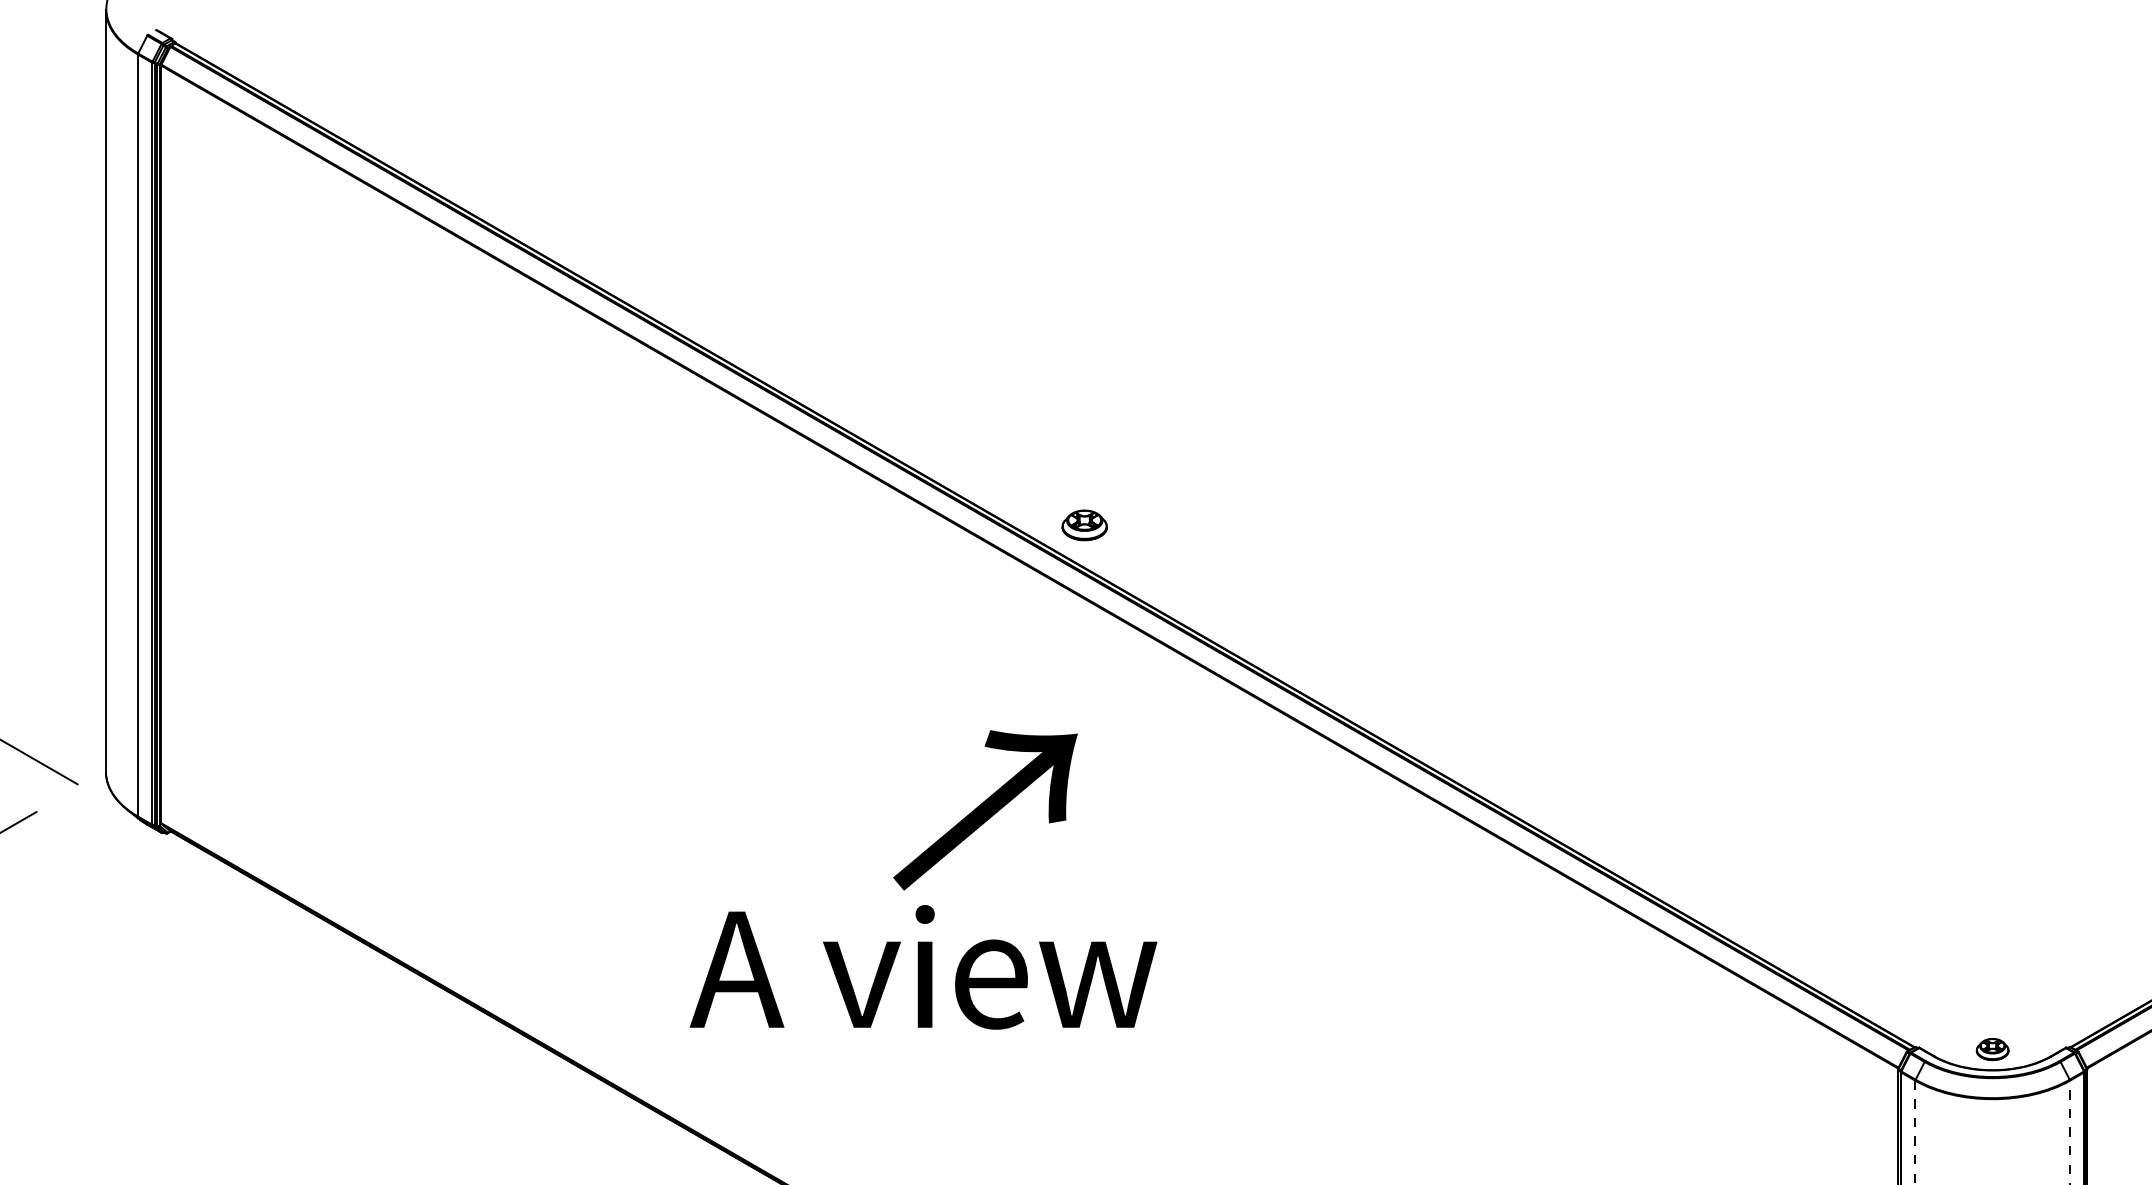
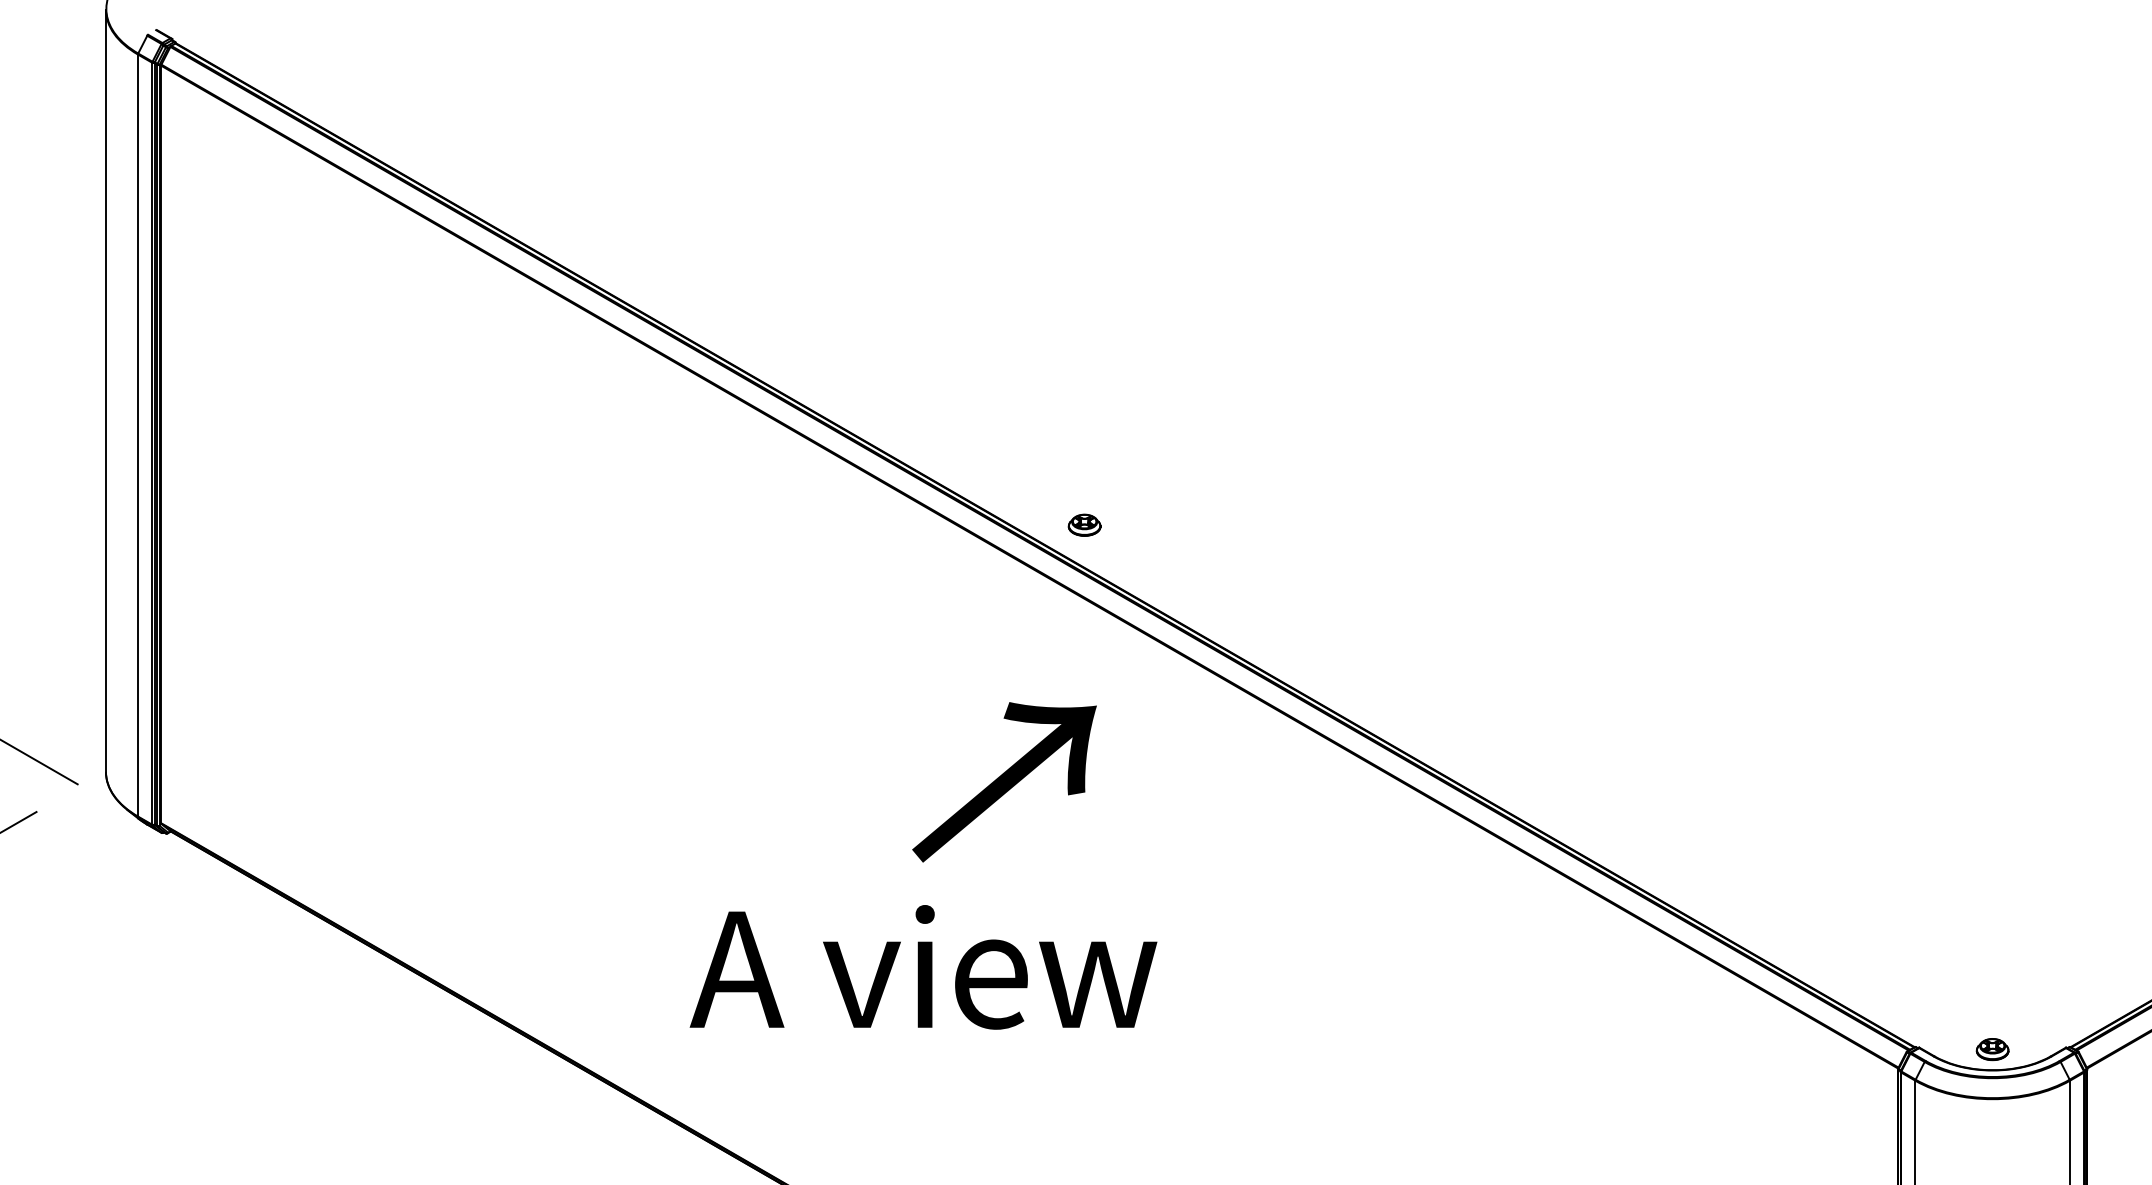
part at (1084, 525) size: 47x33 px -> 35x24 px
text at (985, 810) position: (985, 810) -> (1004, 782)
line at (1915, 1132): dashed -> solid
line at (2069, 1132): dashed -> solid
